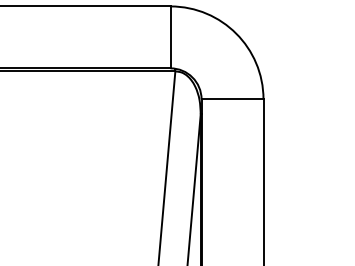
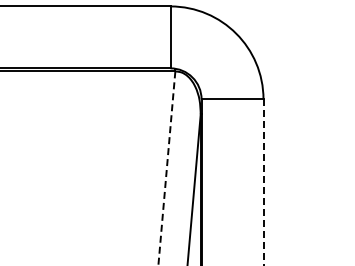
line at (166, 168): solid -> dashed
line at (263, 182): solid -> dashed
